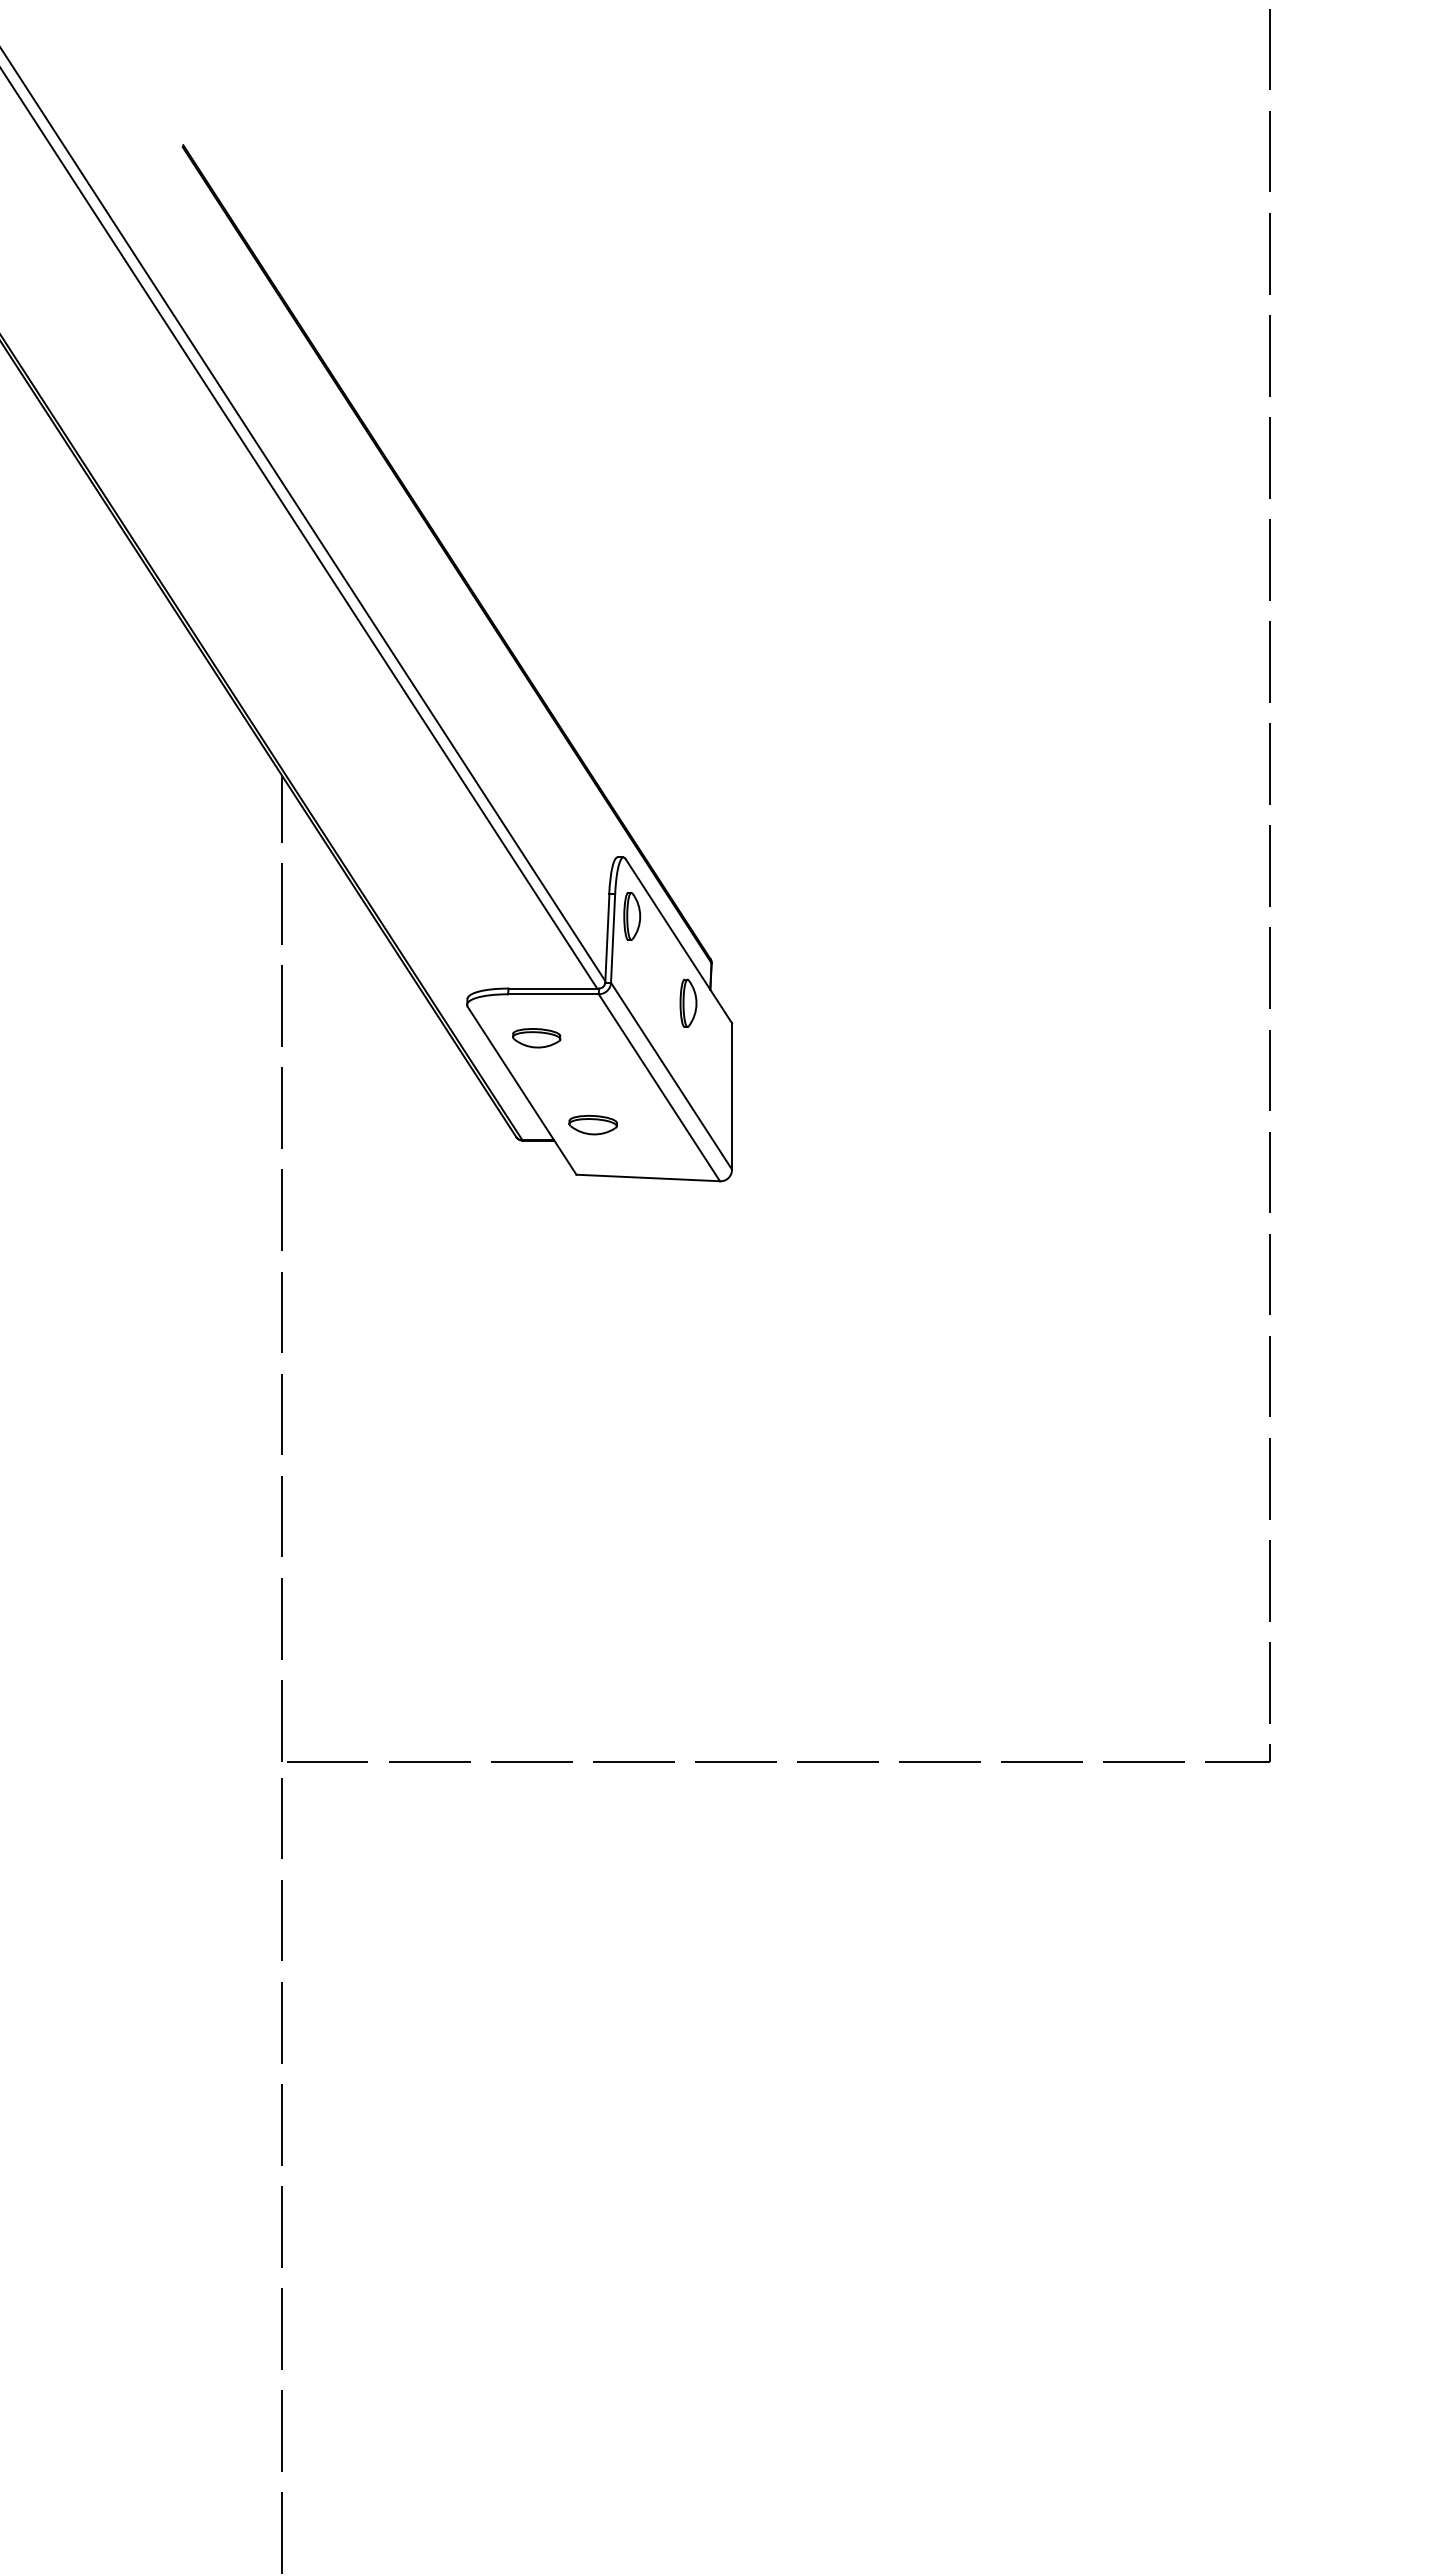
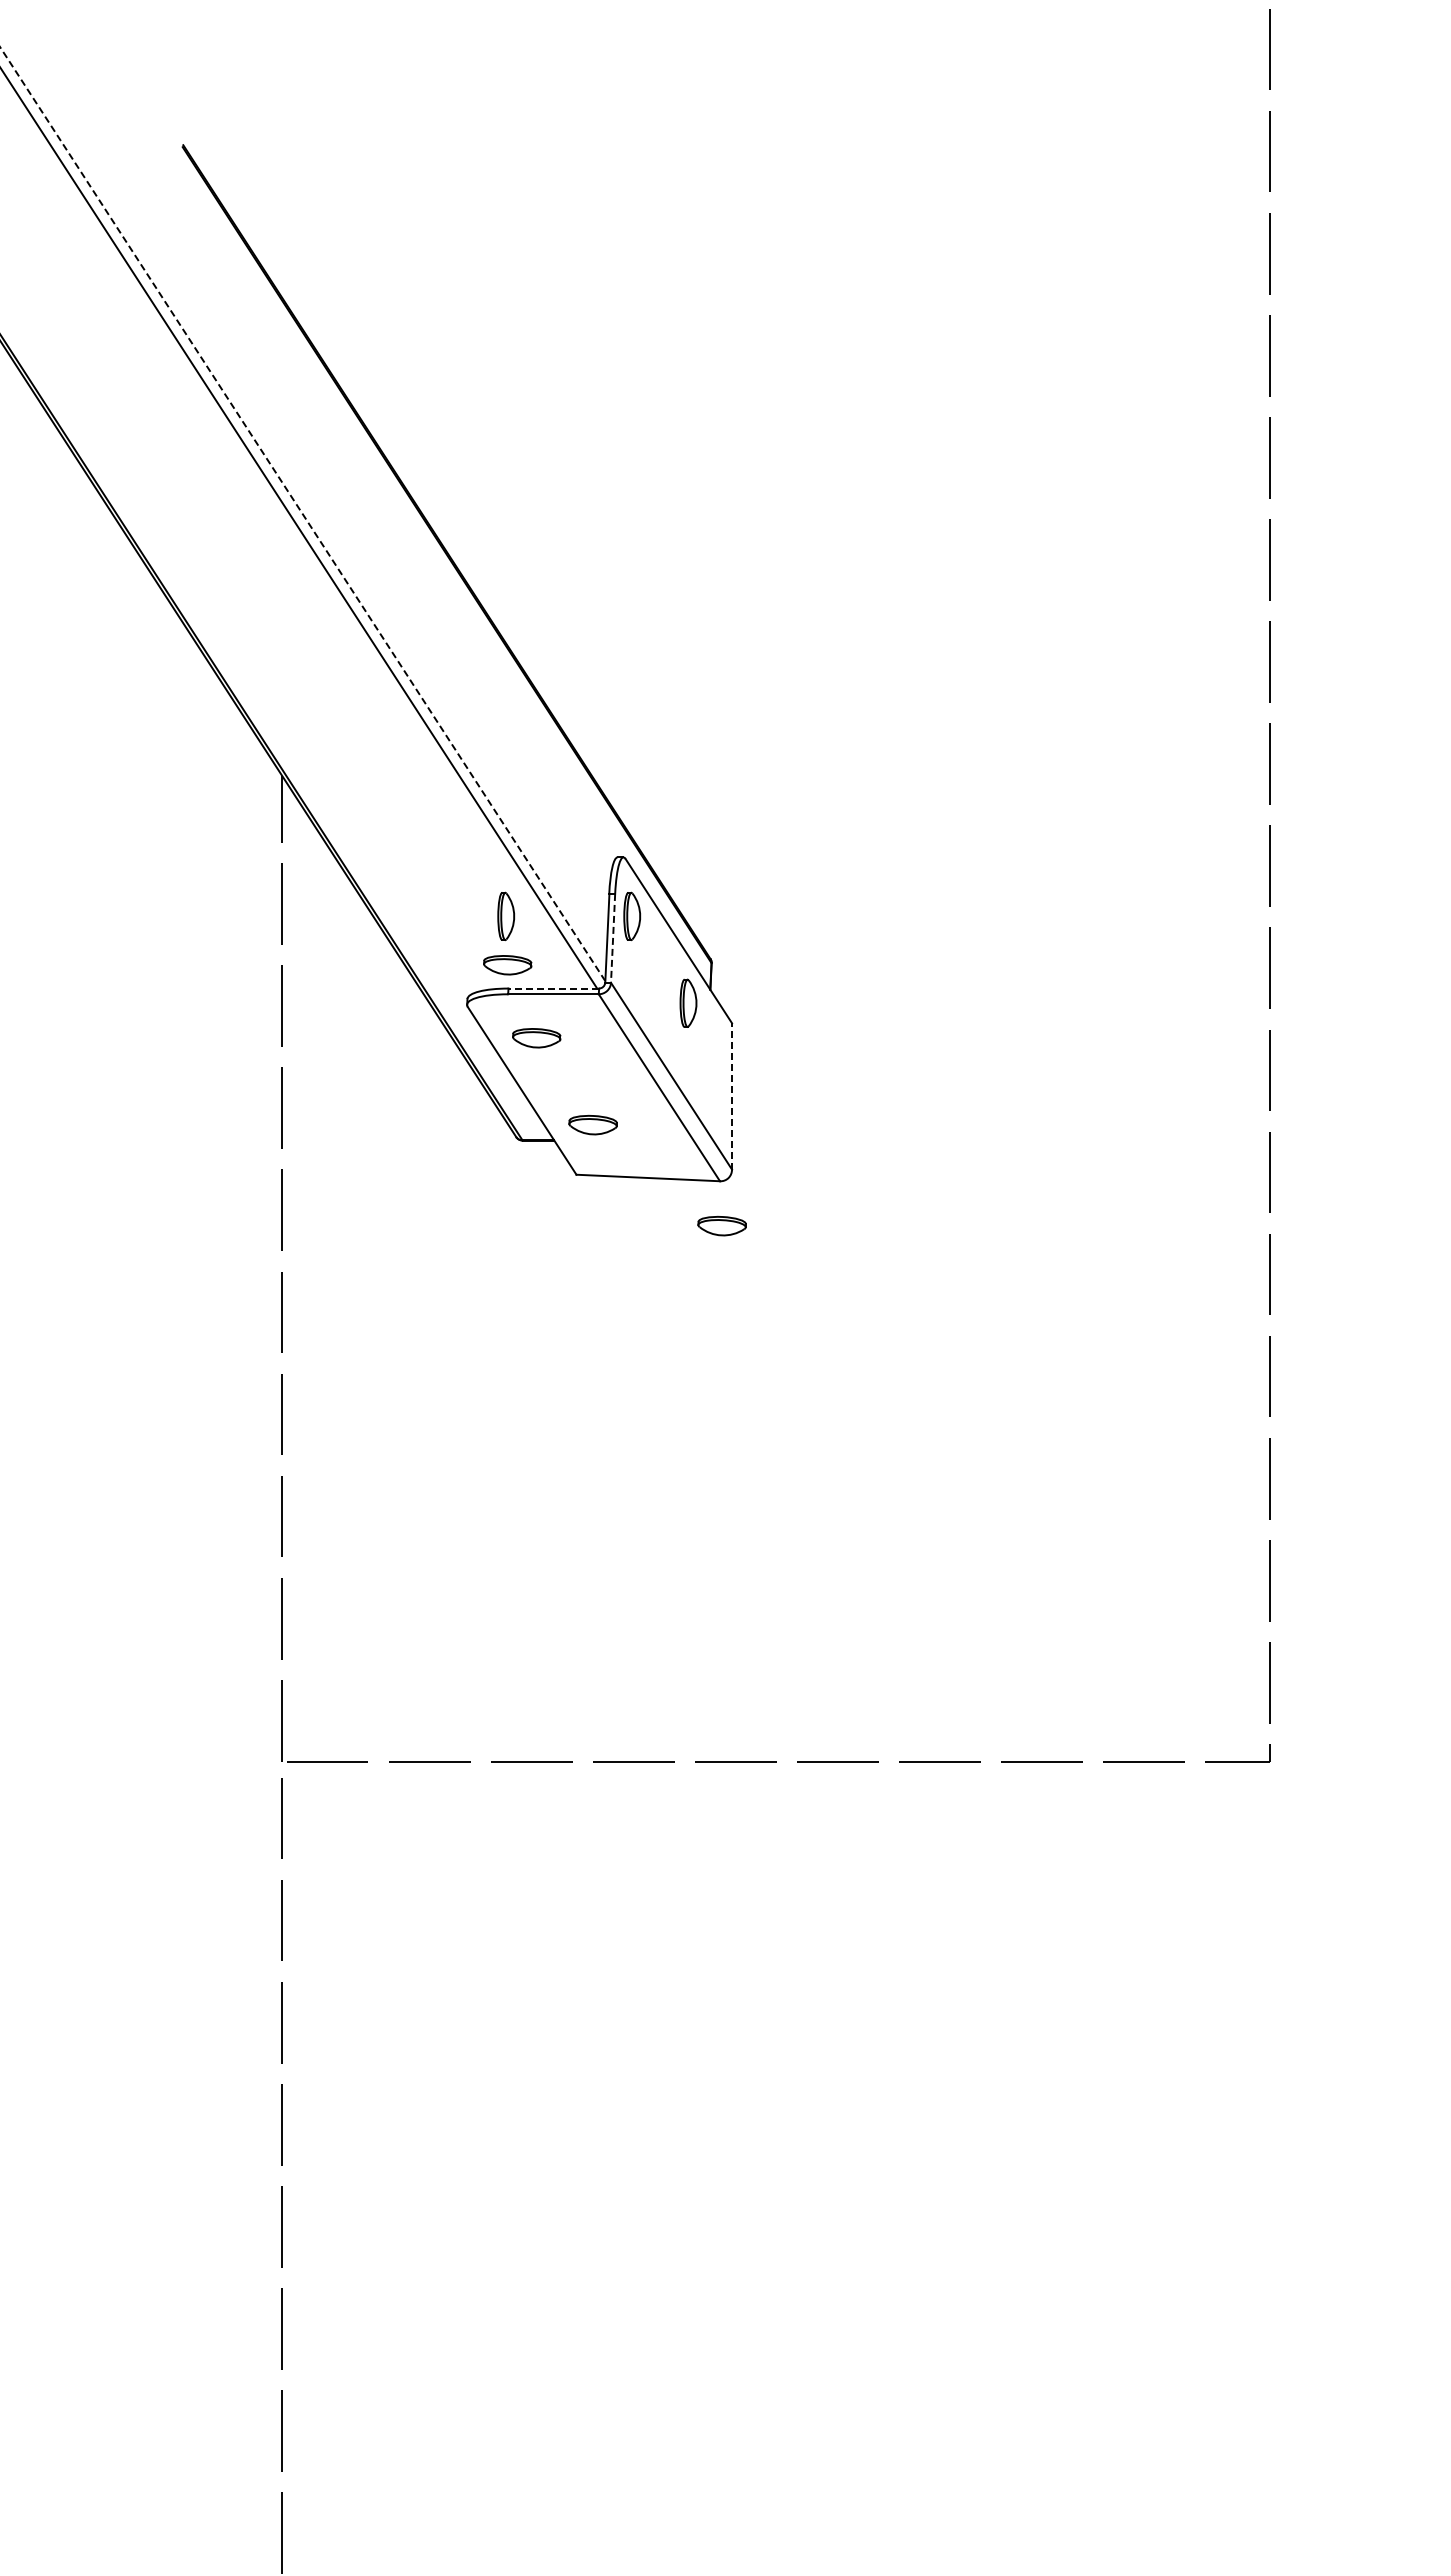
line at (302, 513): solid -> dashed
part at (506, 916): none -> present
line at (613, 938): solid -> dashed
part at (507, 965): none -> present
line at (553, 988): solid -> dashed
line at (732, 1095): solid -> dashed
part at (721, 1225): none -> present
